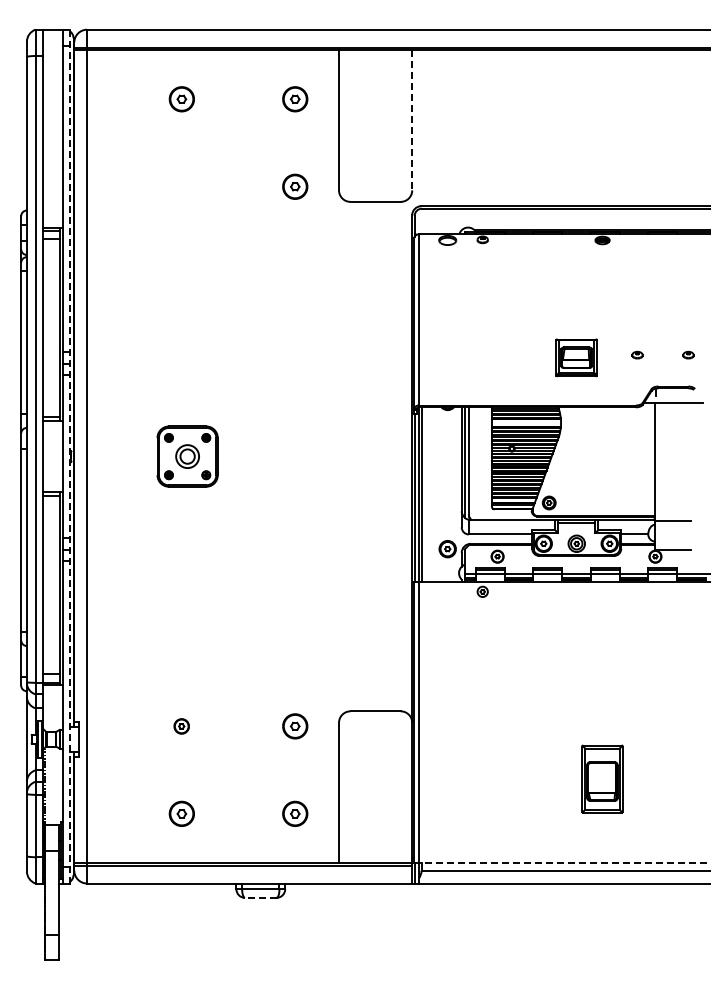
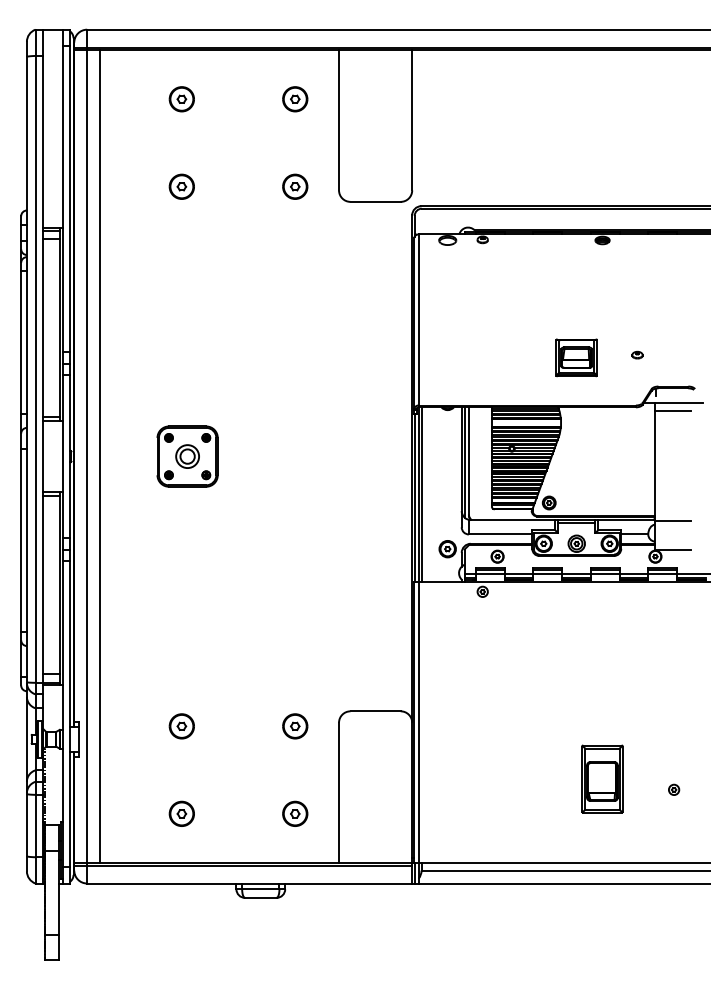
line at (412, 120): dashed -> solid
part at (181, 186): none -> present
part at (688, 354): present -> none
line at (672, 411): none -> present
line at (69, 456): dashed -> solid
line at (100, 456): none -> present
part at (181, 726) size: 17x17 px -> 27x27 px
part at (674, 789): none -> present
line at (562, 863): dashed -> solid
line at (260, 897): dashed -> solid
